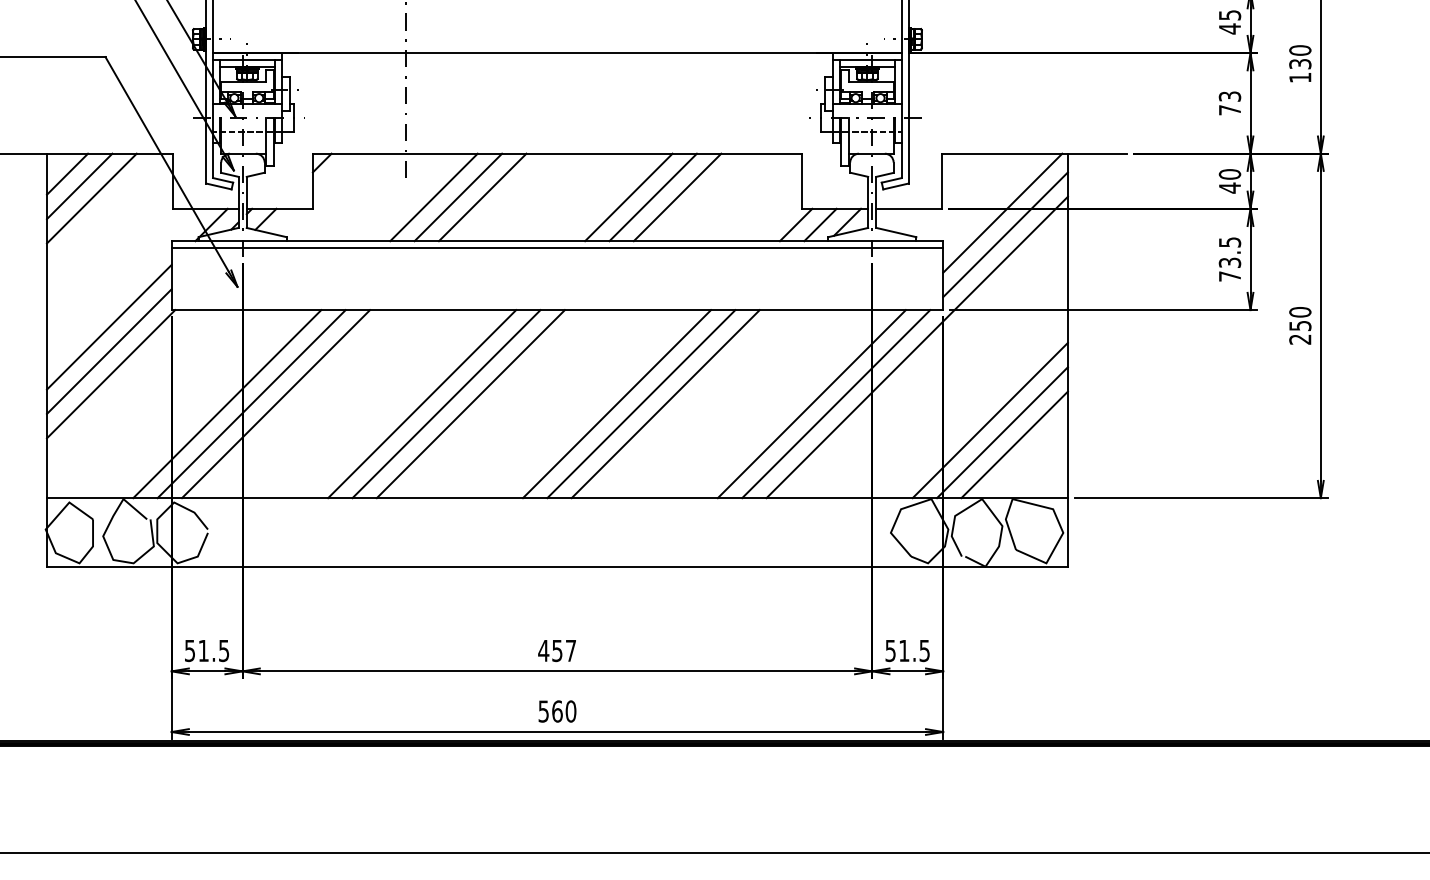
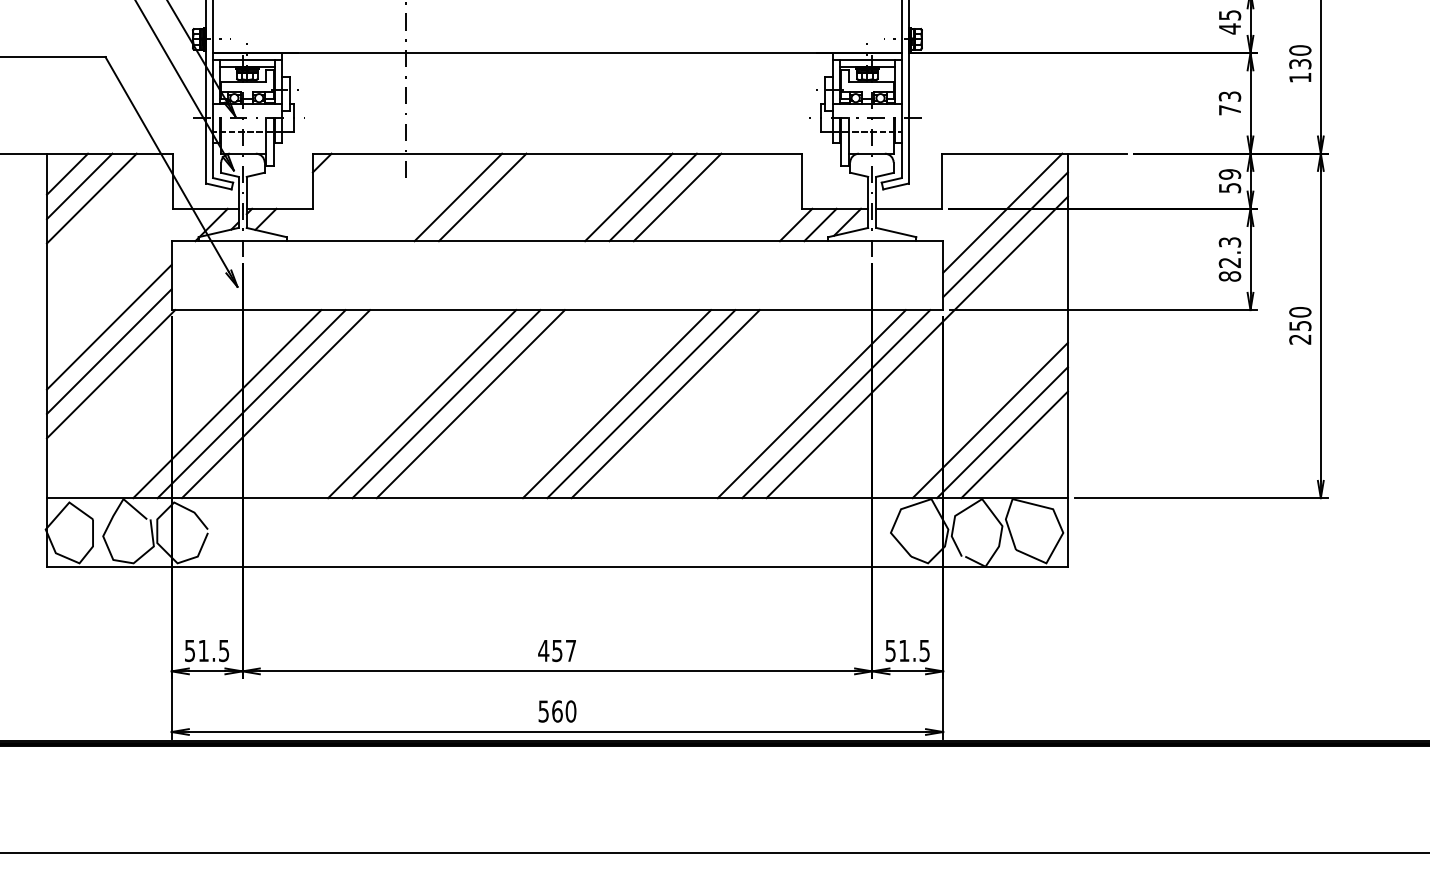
text at (1230, 181): 40 -> 59
line at (433, 197): present -> none
line at (557, 248): present -> none
text at (1229, 259): 73.5 -> 82.3
